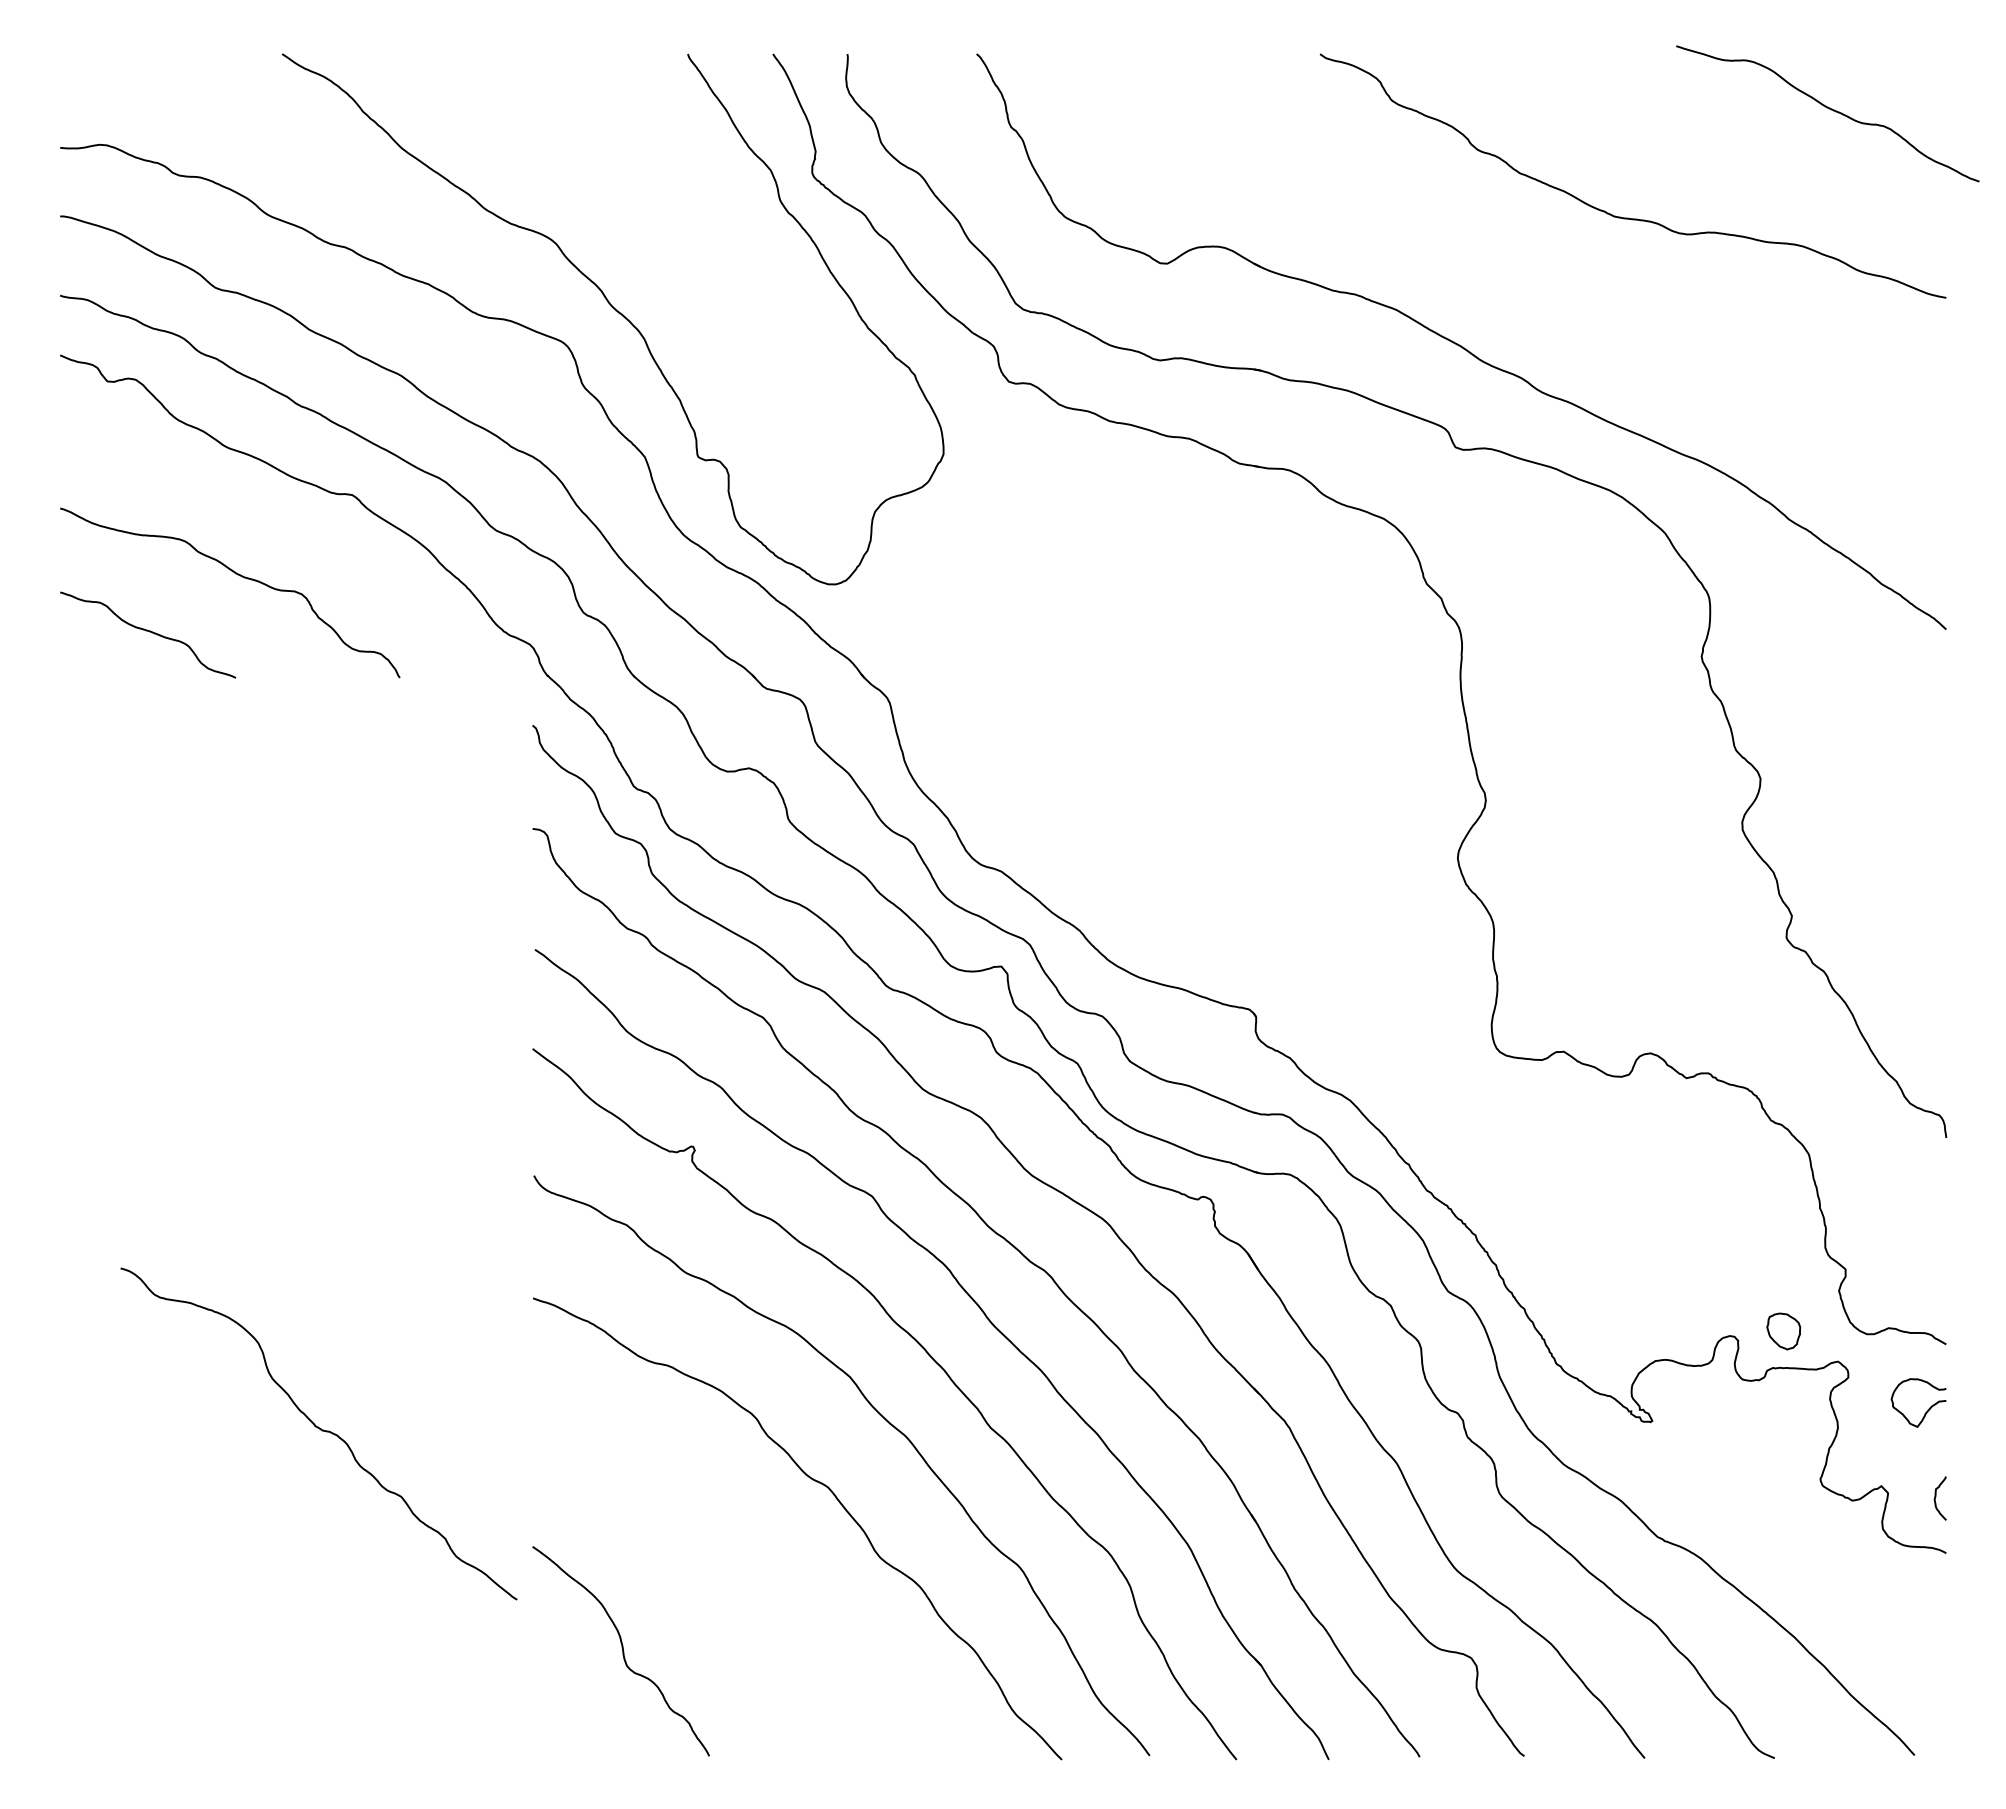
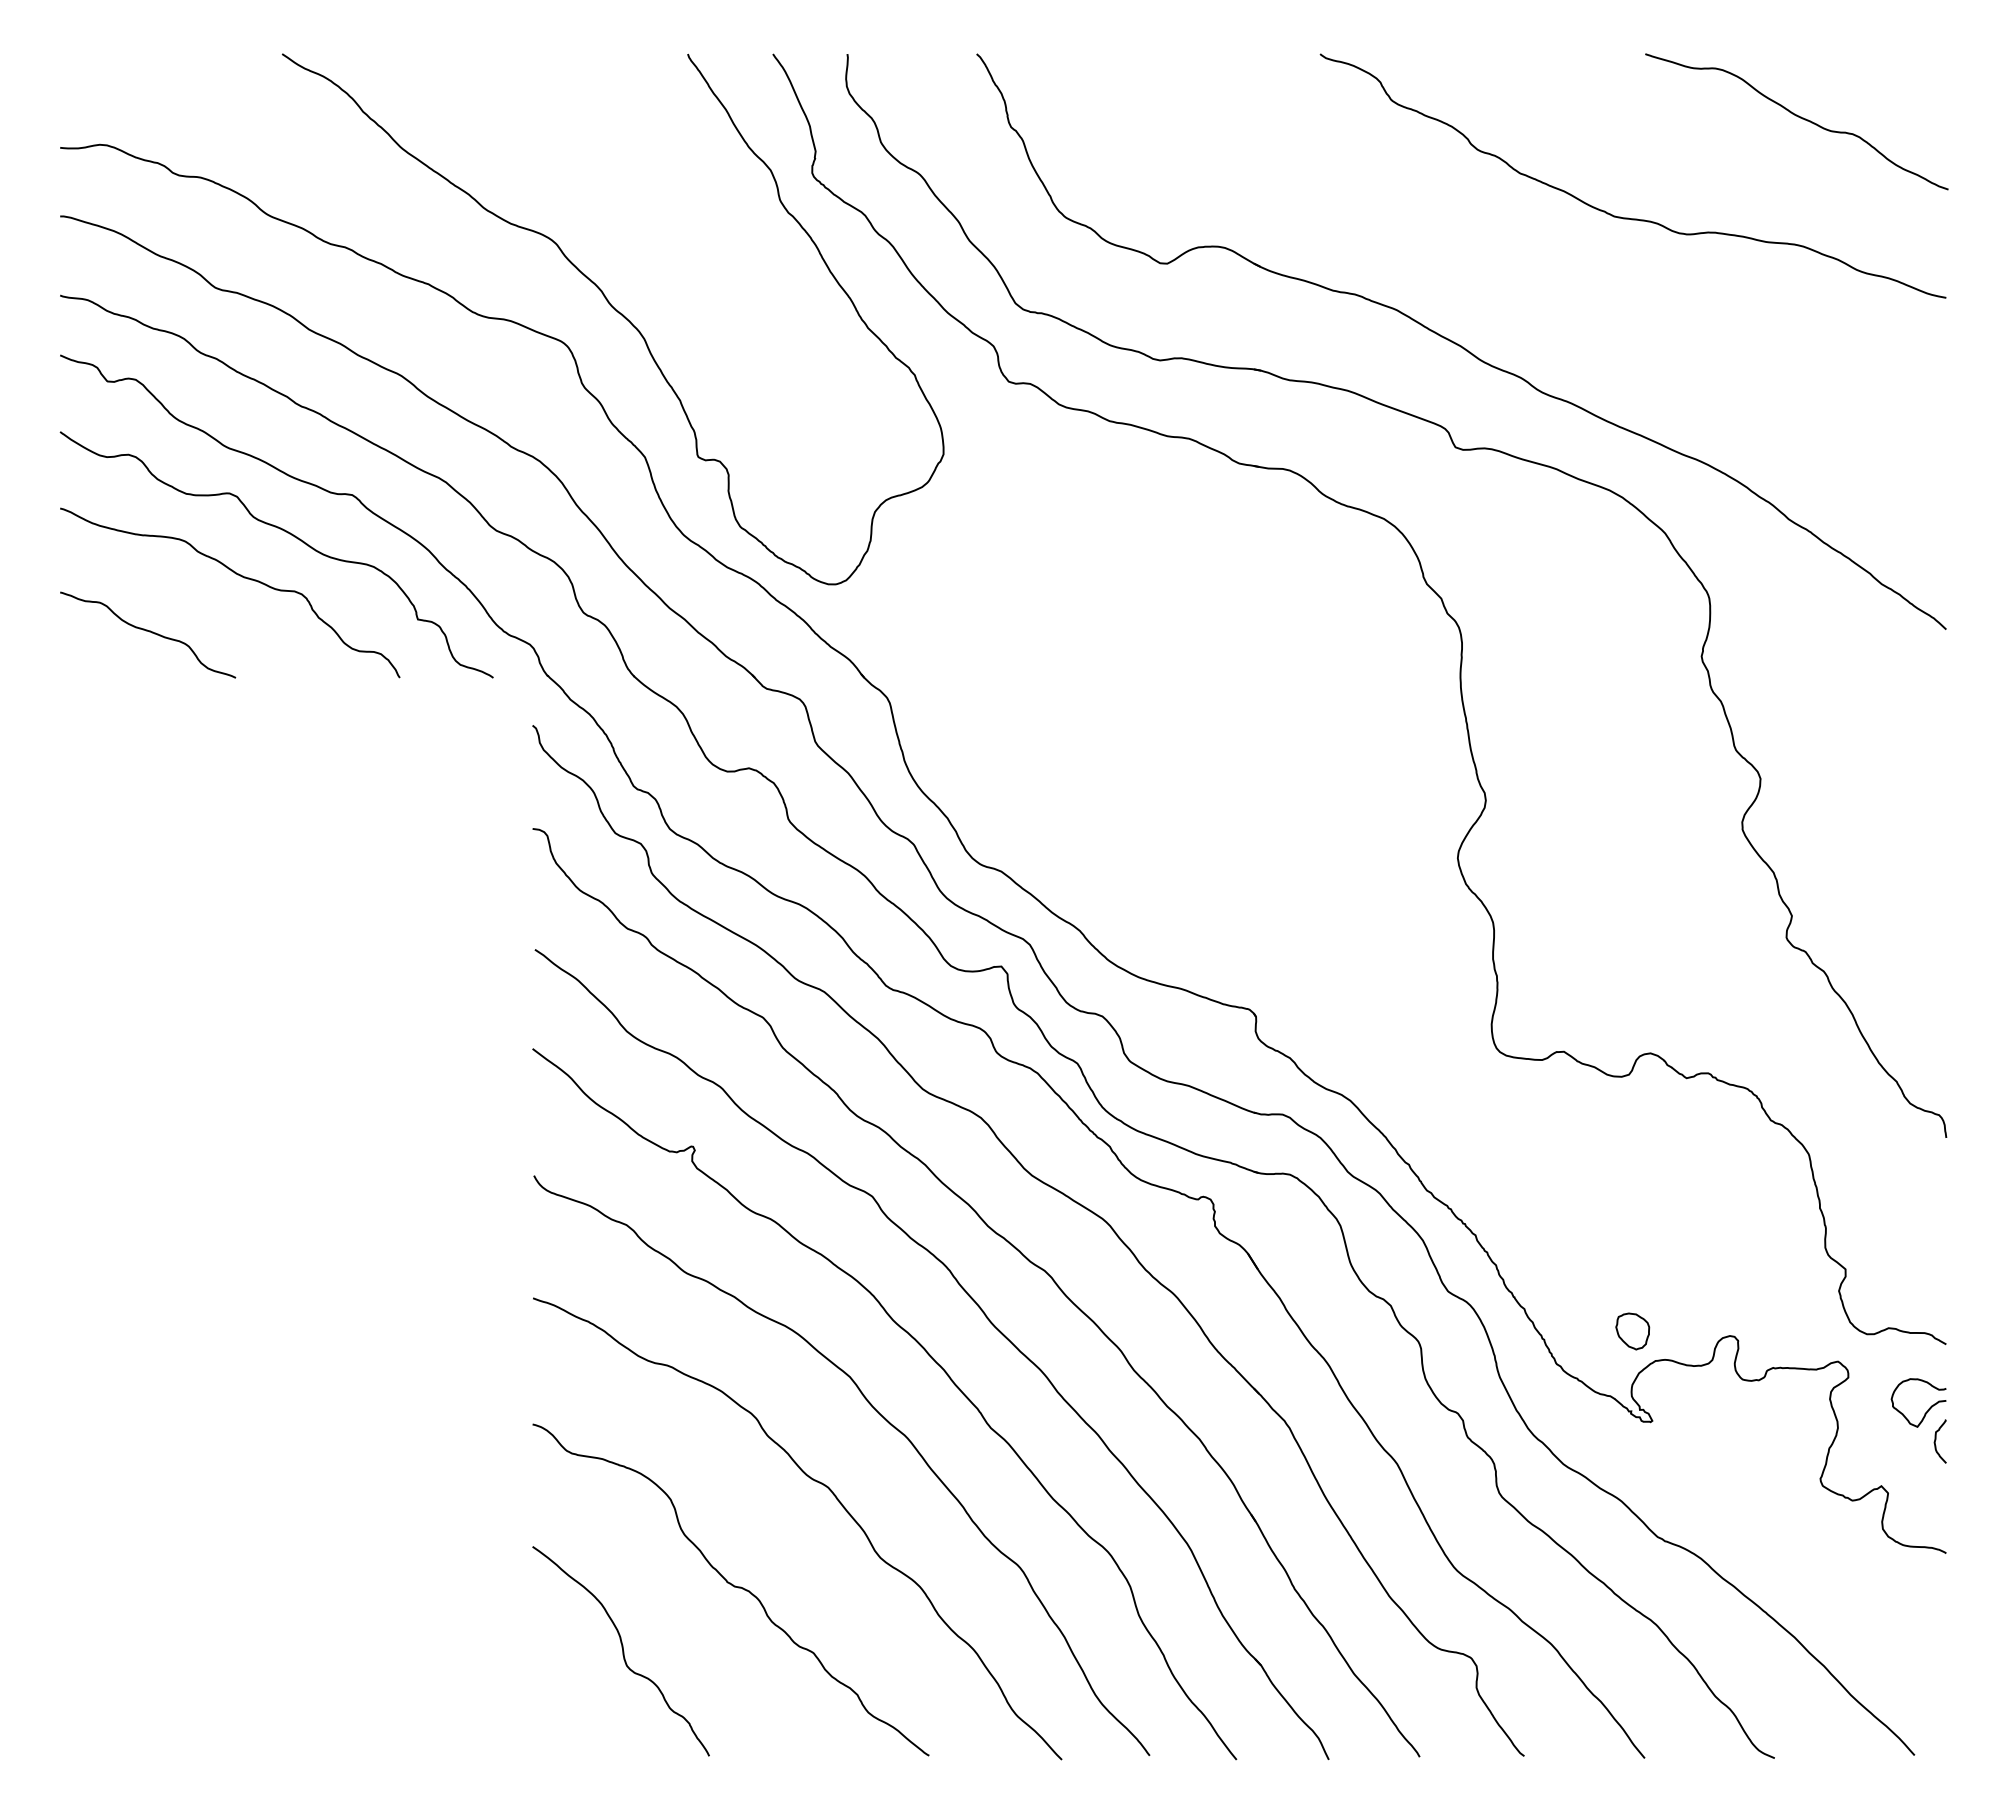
curve at (1829, 109) position: (1829, 109) -> (1798, 117)
curve at (287, 533): none -> present
part at (1783, 1331) position: (1783, 1331) -> (1632, 1331)
curve at (320, 1430) position: (320, 1430) -> (732, 1586)
curve at (1936, 1497) position: (1936, 1497) -> (1936, 1440)
